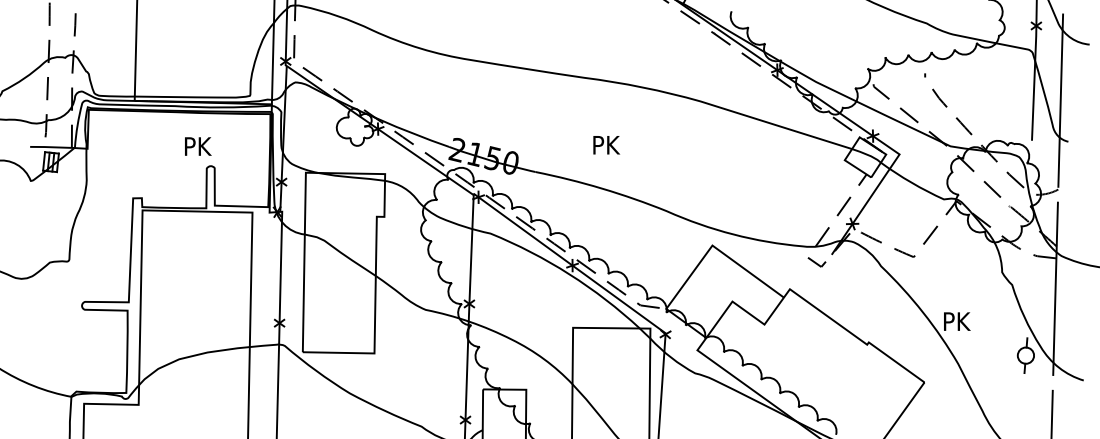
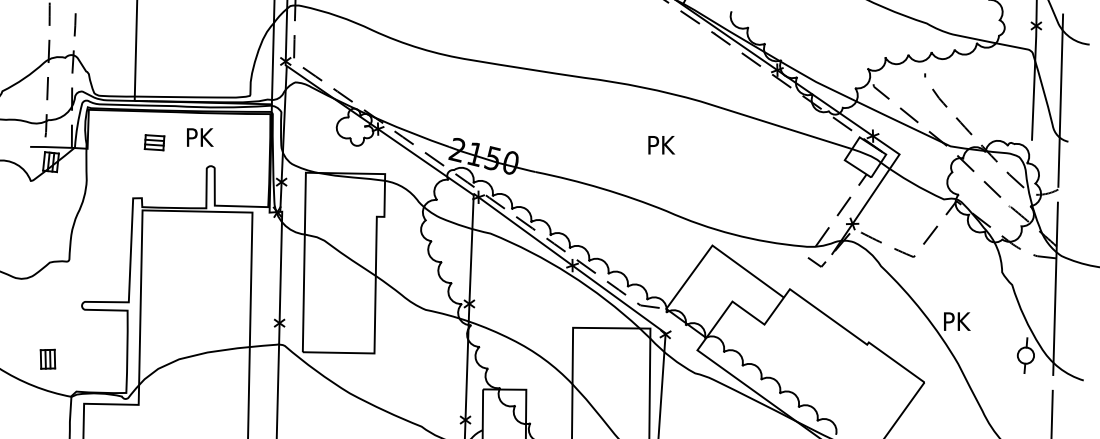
part at (154, 142): none -> present
text at (606, 145) position: (606, 145) -> (661, 145)
text at (198, 146) position: (198, 146) -> (200, 137)
part at (47, 358): none -> present
